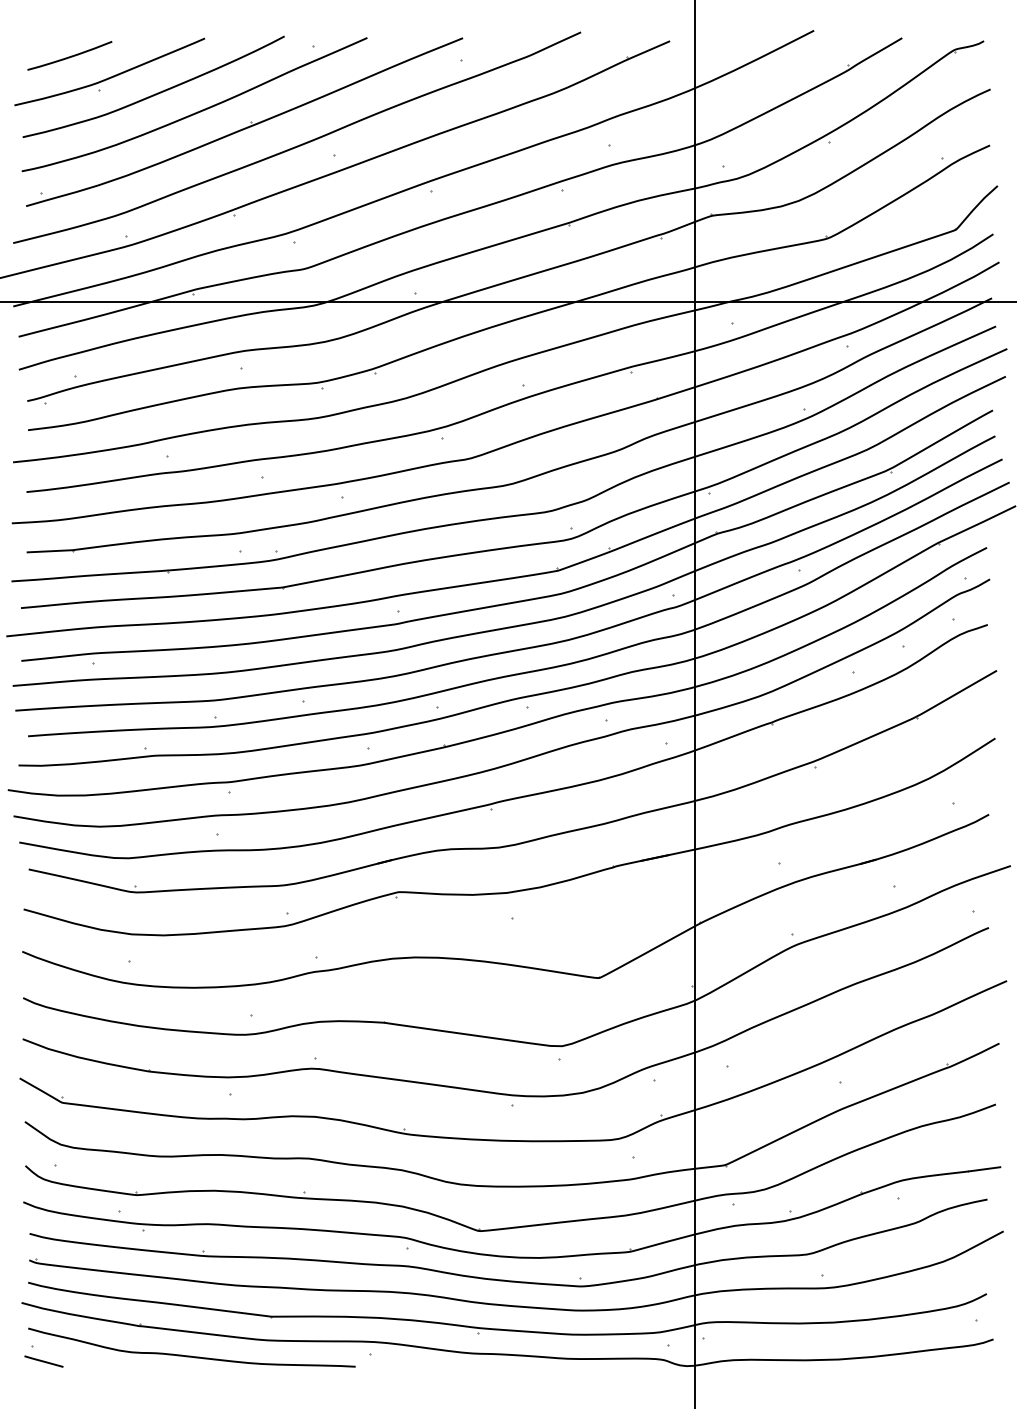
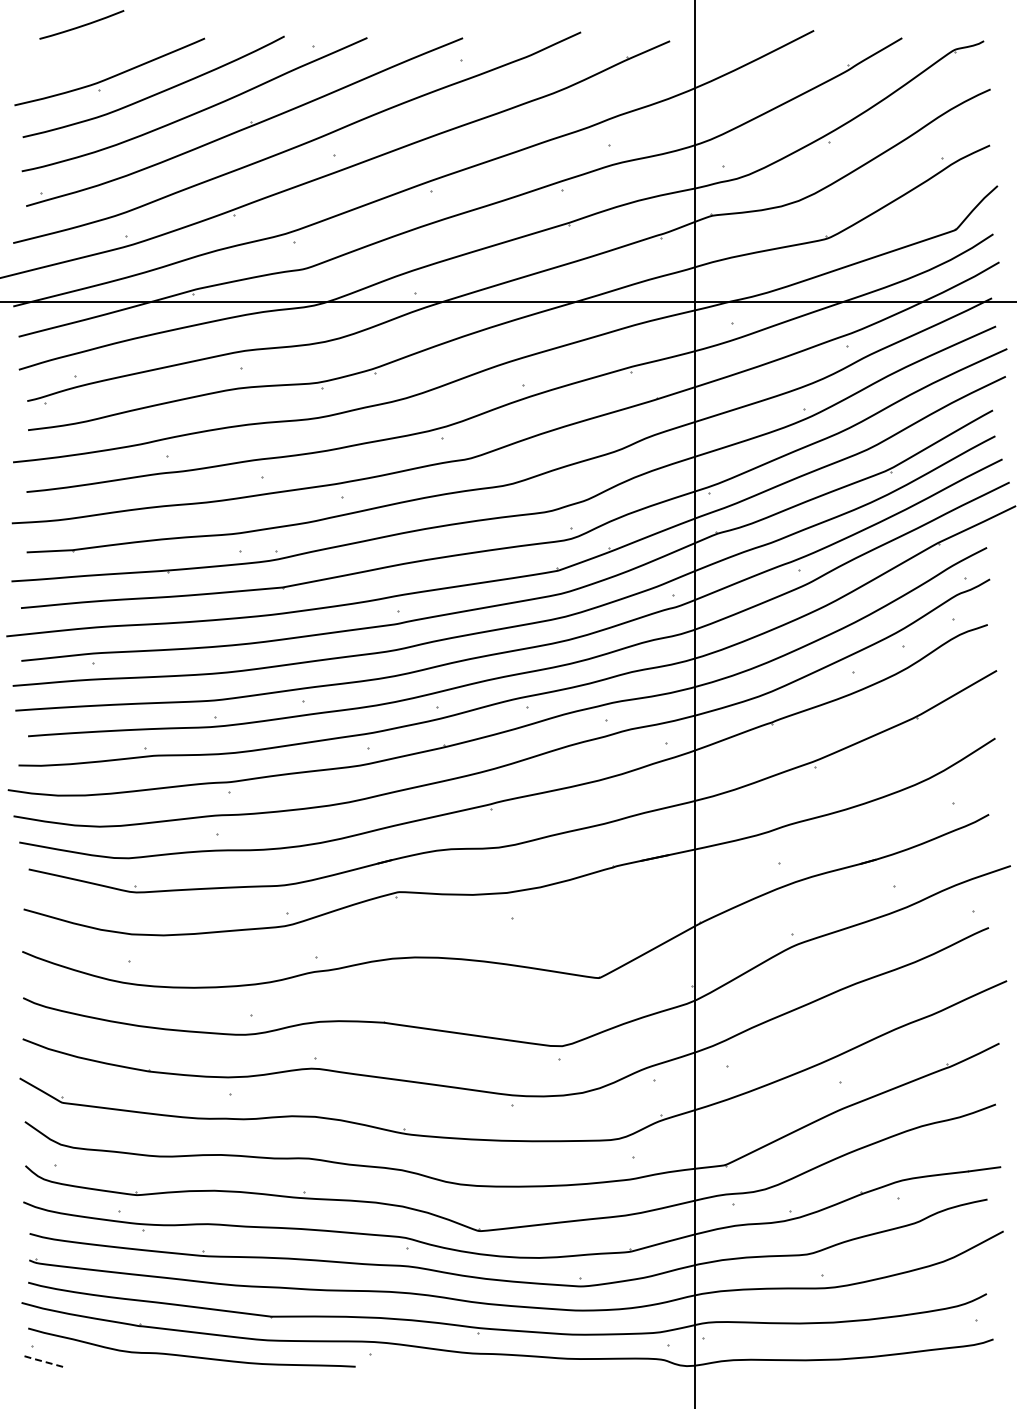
curve at (69, 56) position: (69, 56) -> (81, 25)
line at (44, 1361): solid -> dashed
